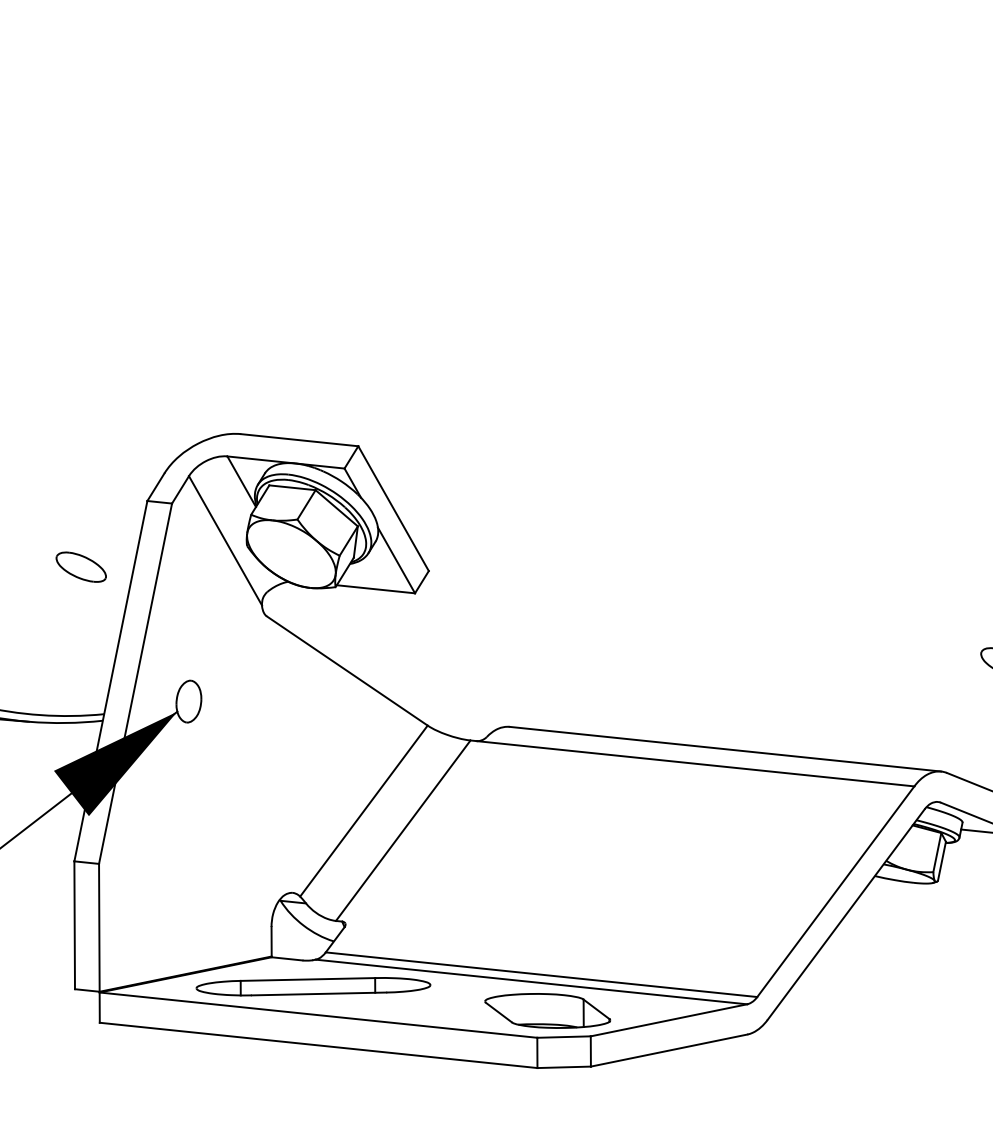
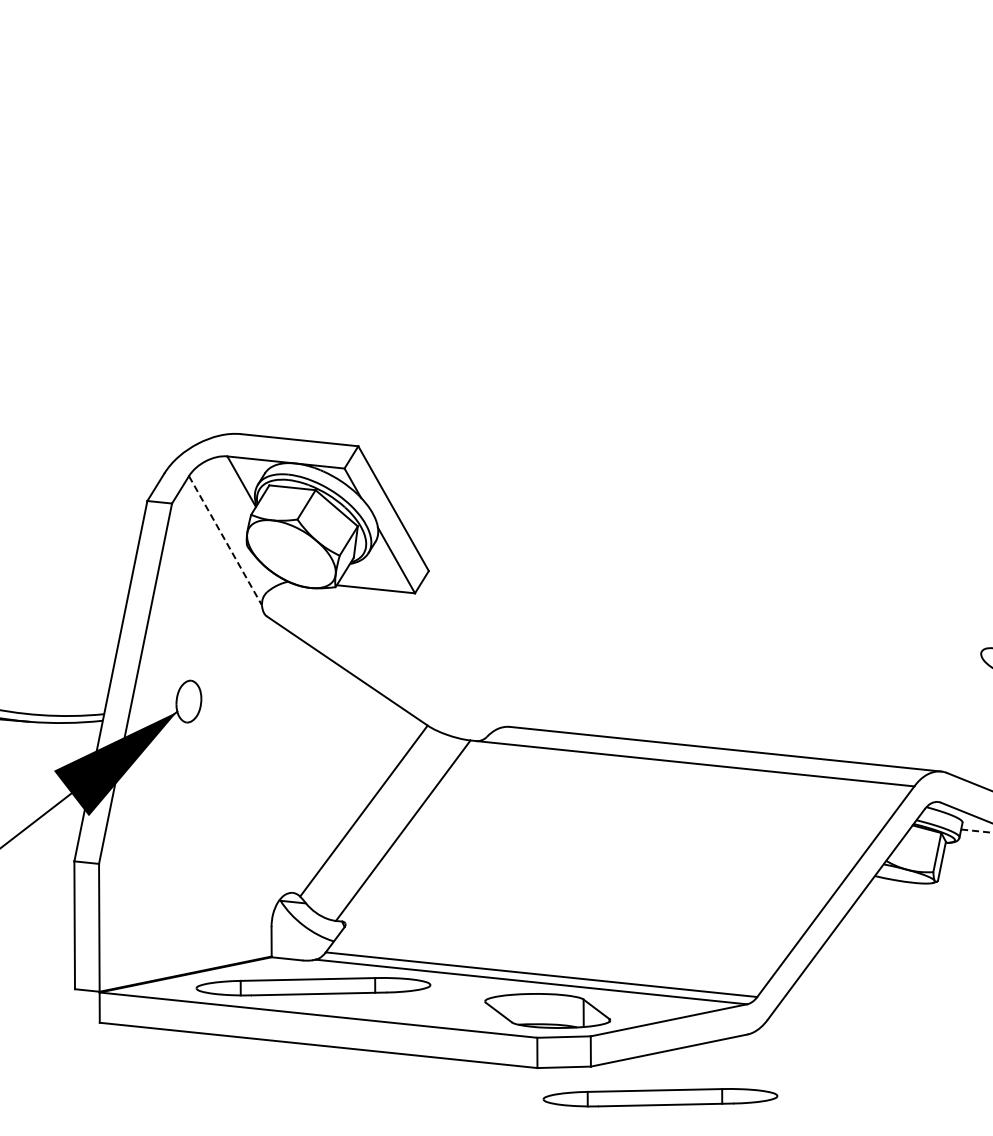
line at (225, 541): solid -> dashed
part at (80, 566): present -> none
line at (977, 831): solid -> dashed
part at (660, 1097): none -> present
